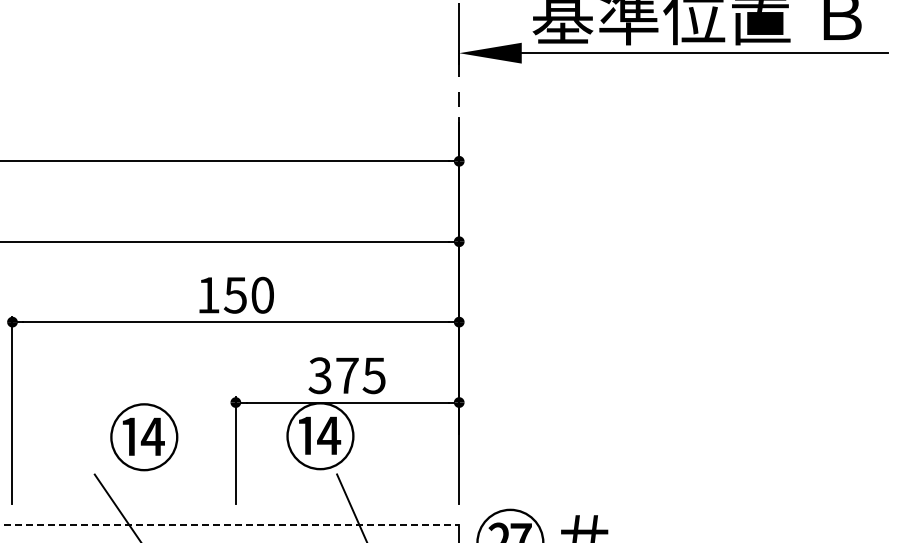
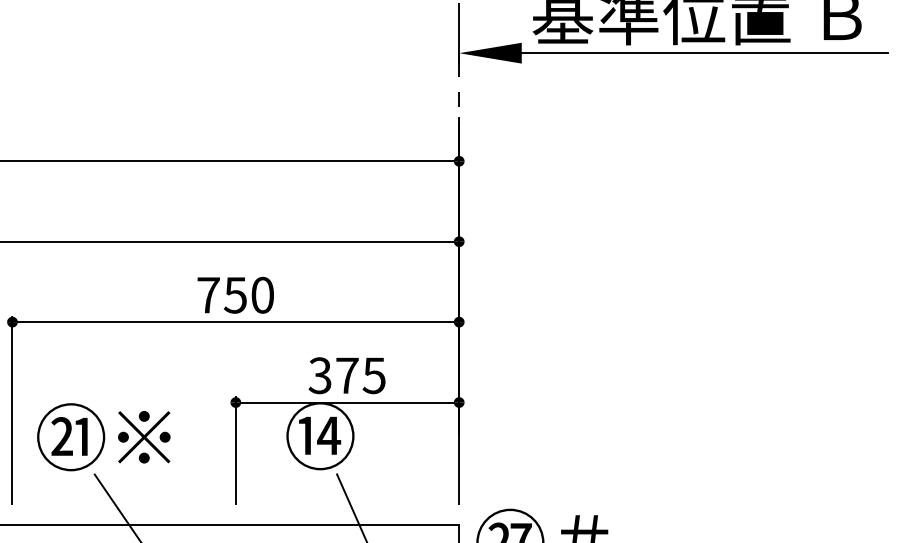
text at (208, 295): 150 -> 750
text at (107, 437): ⑭ -> ㉑※
line at (230, 525): dashed -> solid
